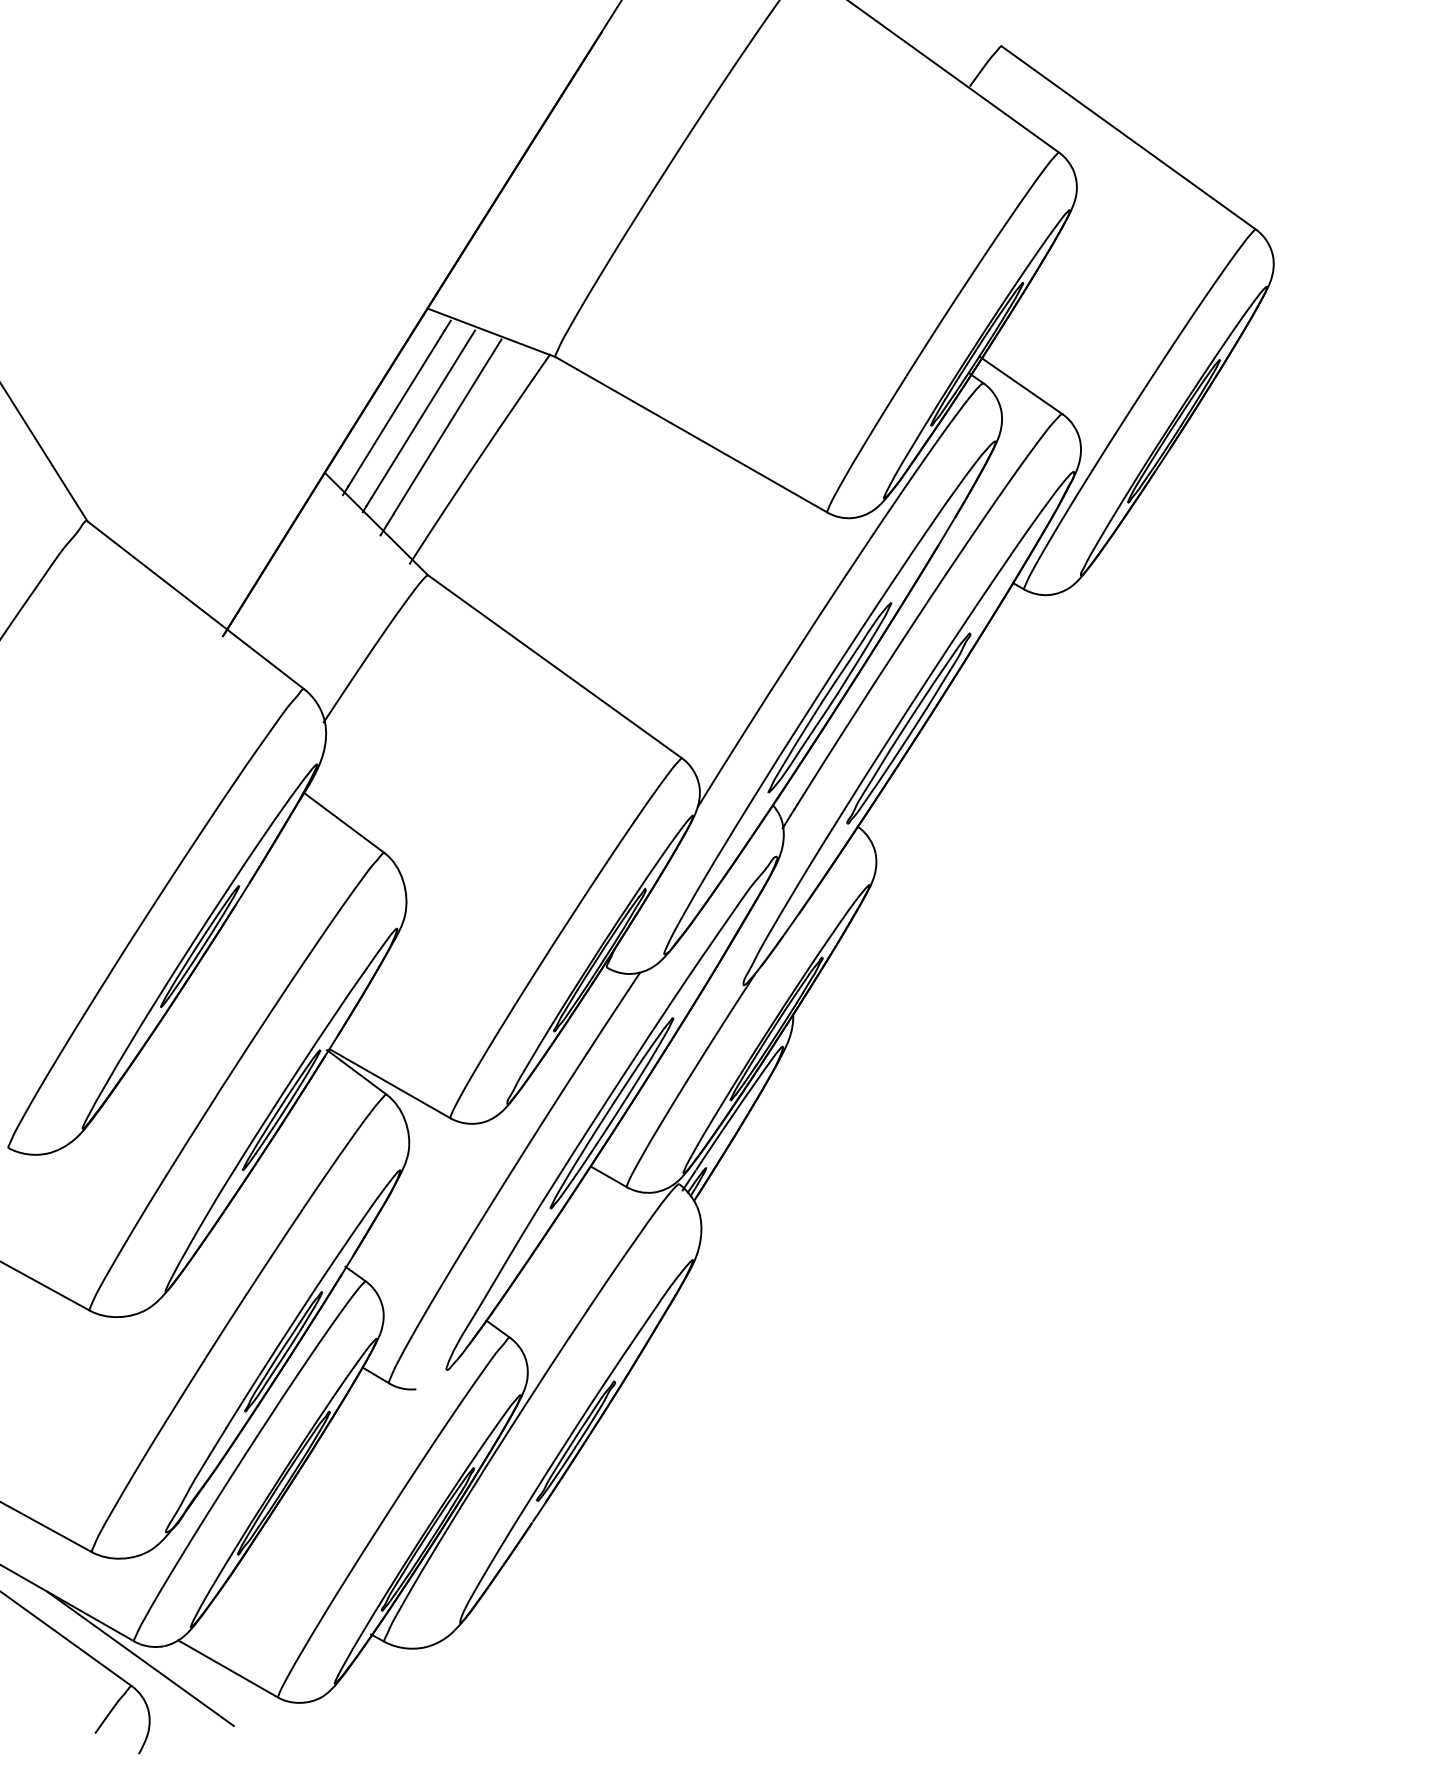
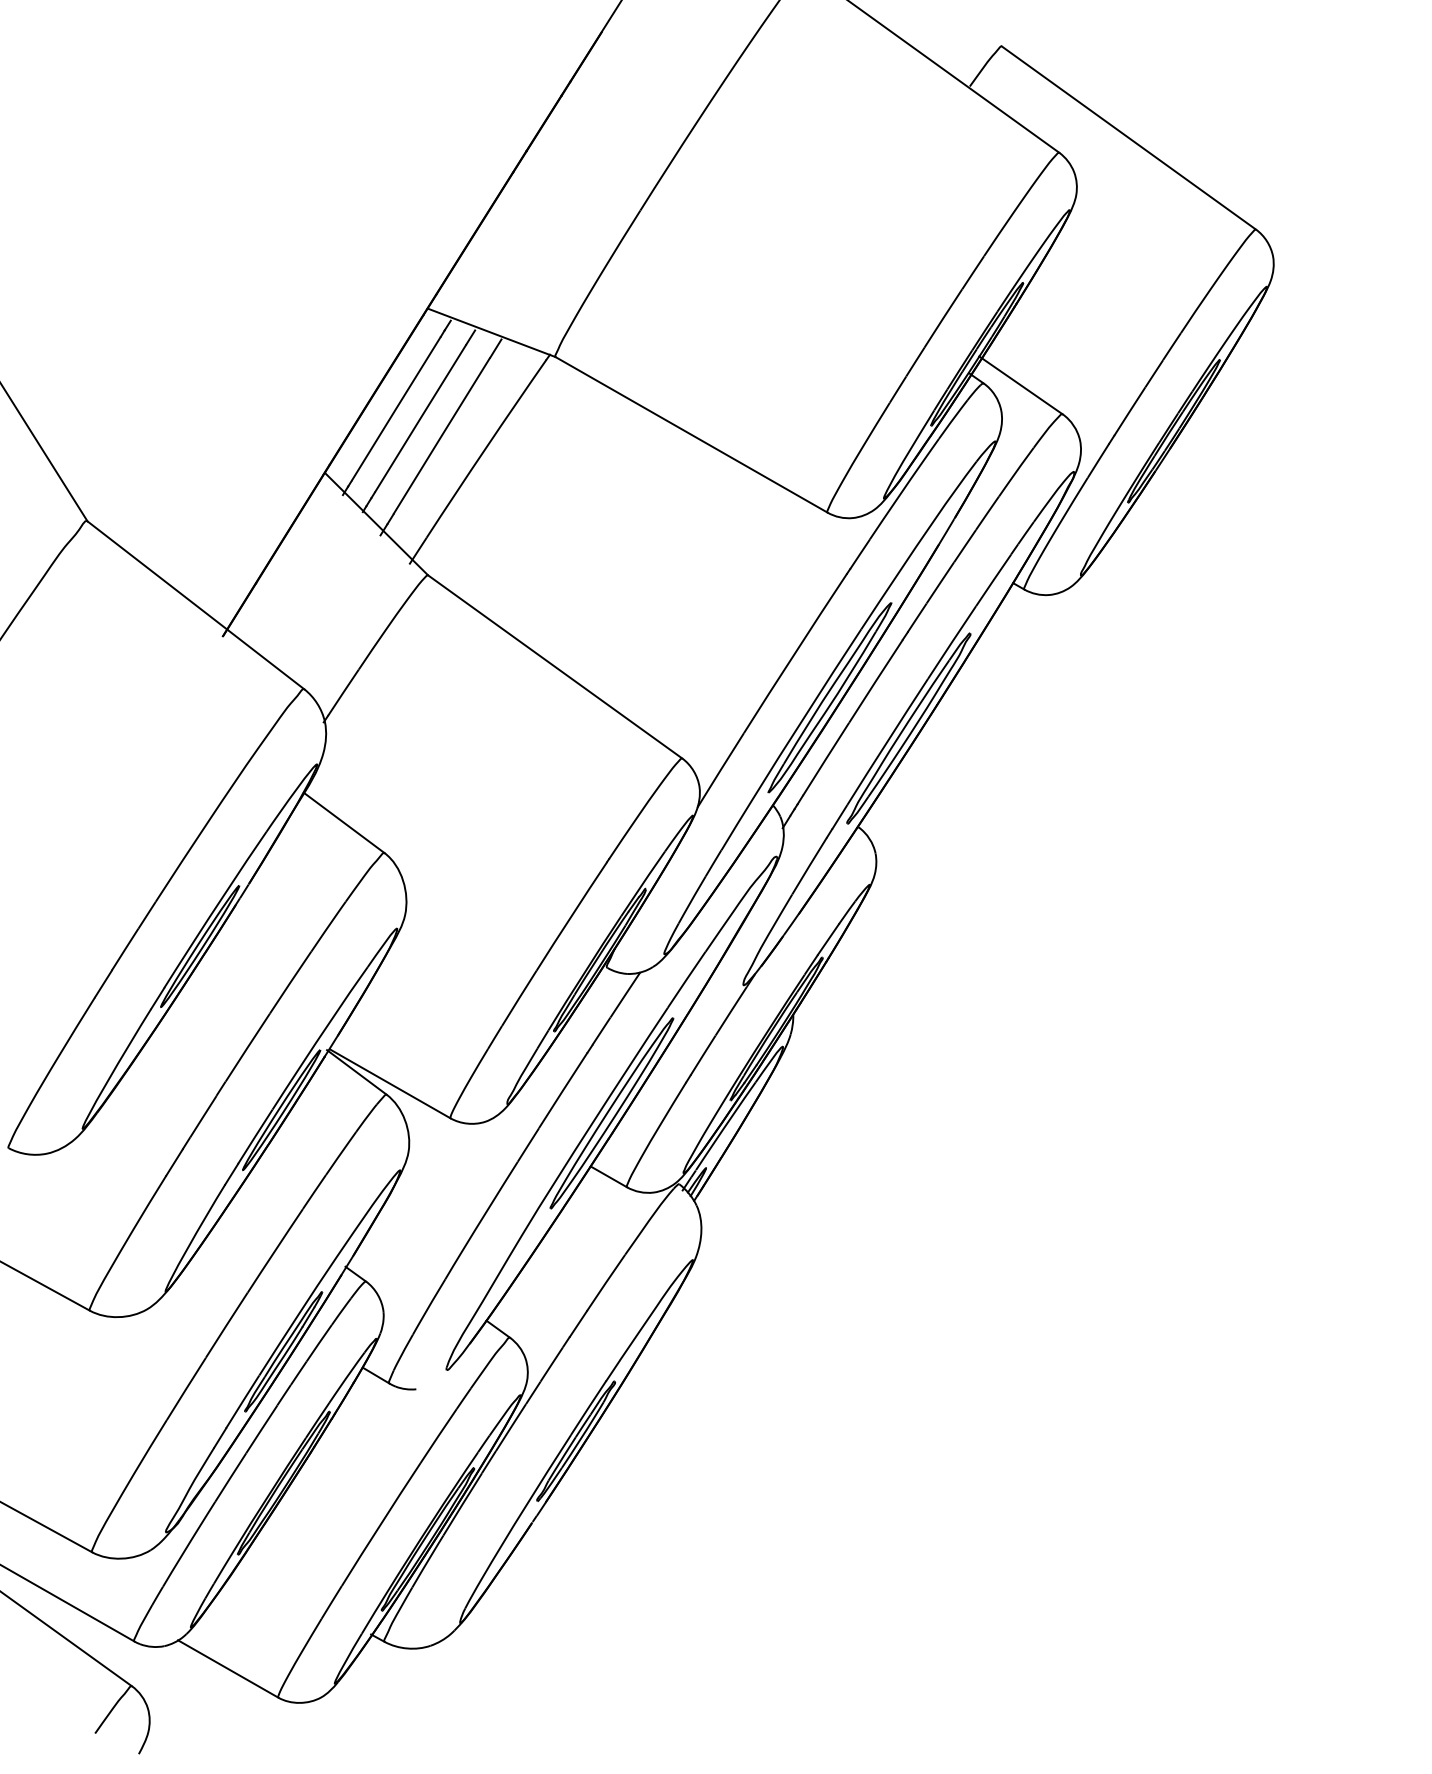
line at (140, 1658): present -> none
